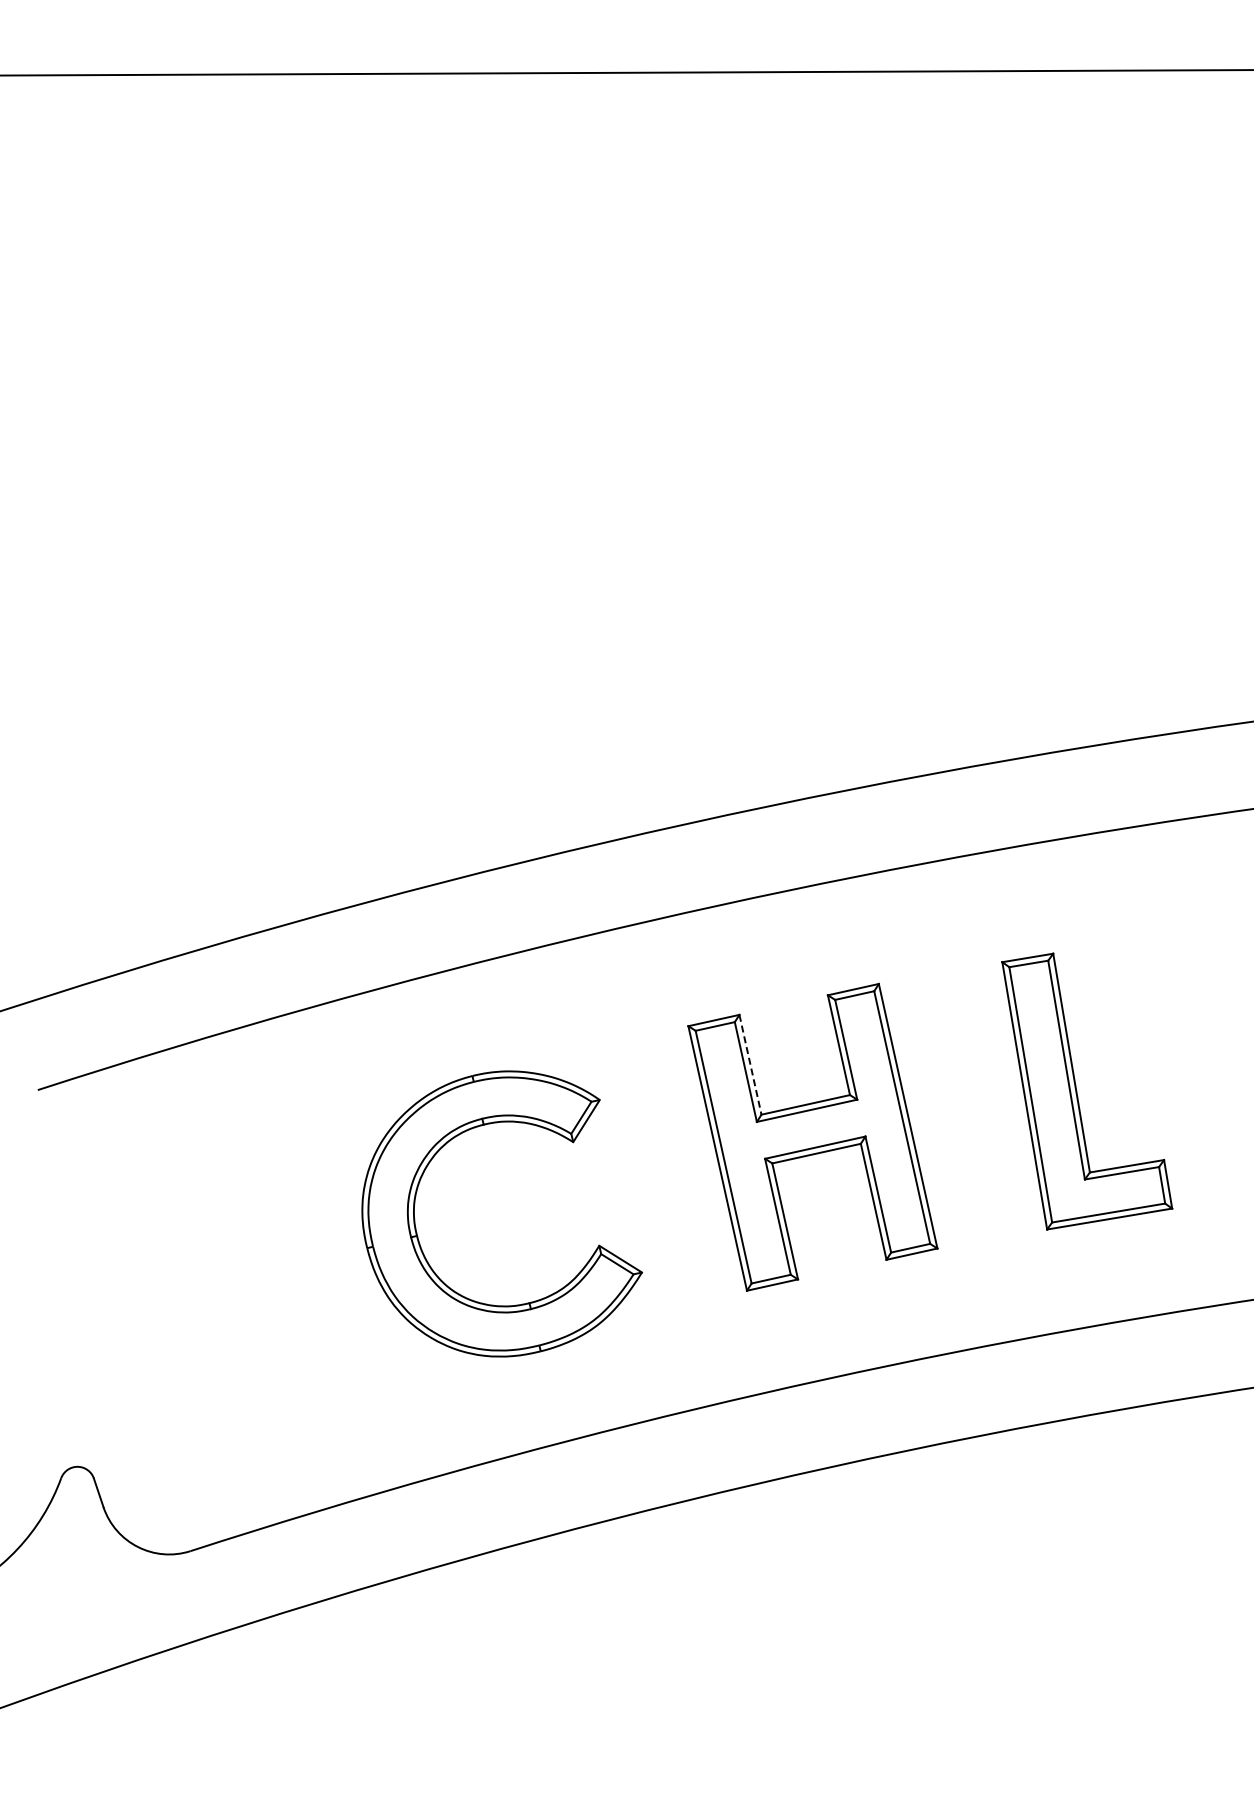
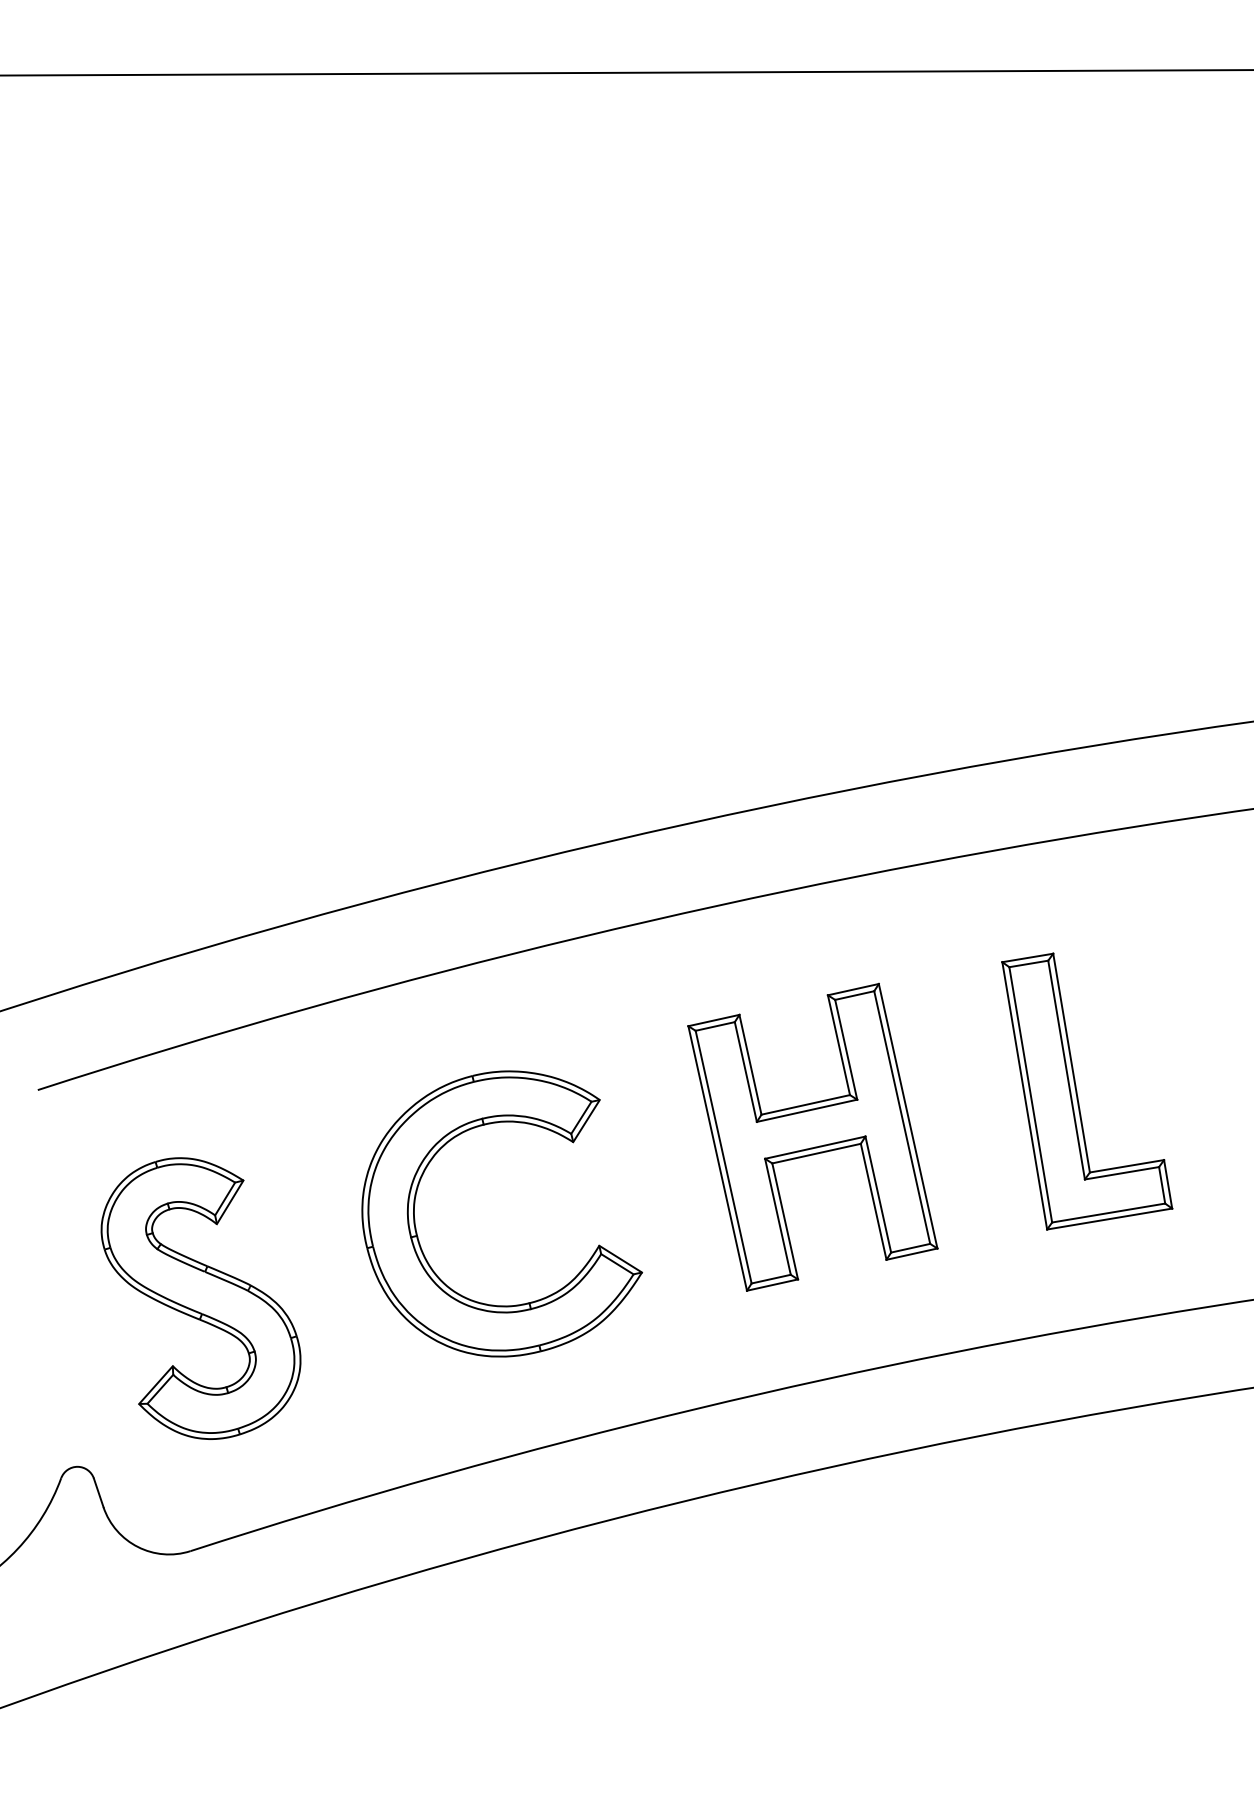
line at (750, 1065): dashed -> solid
part at (200, 1298): none -> present
